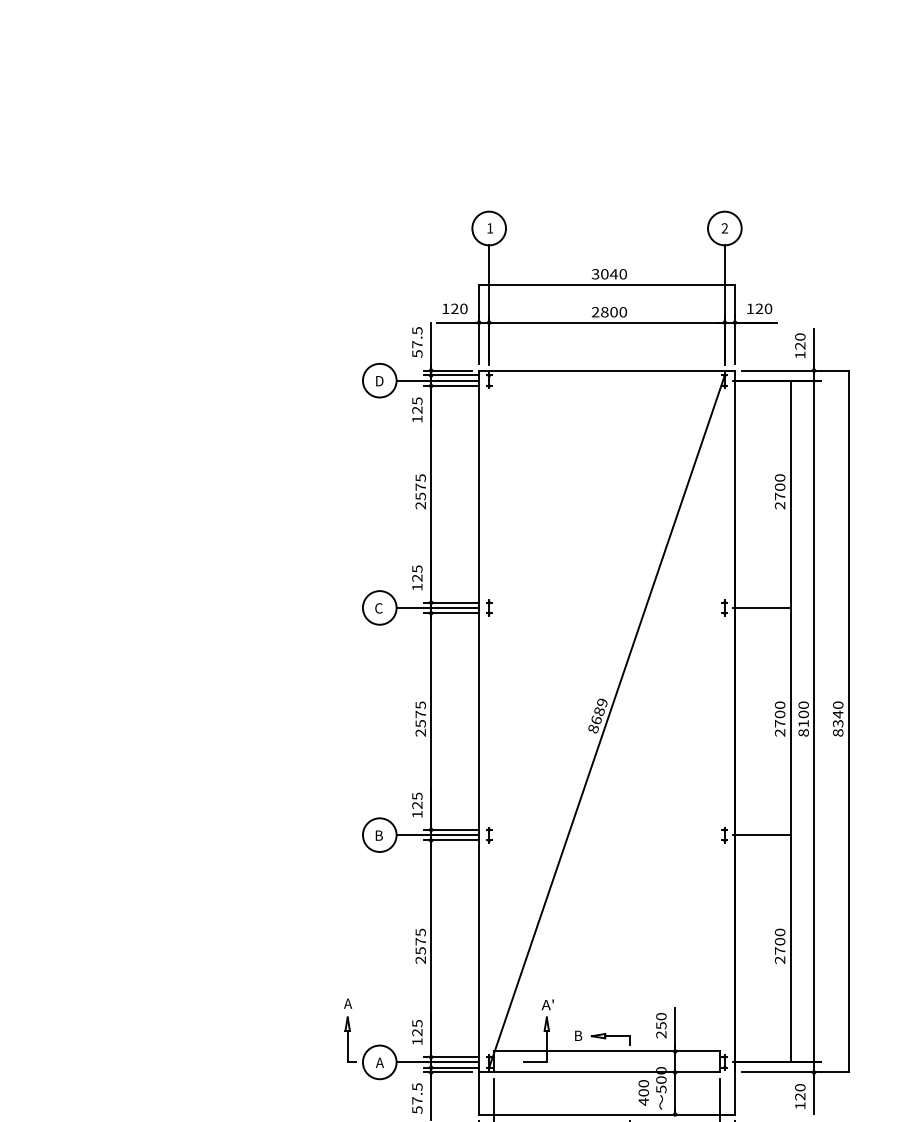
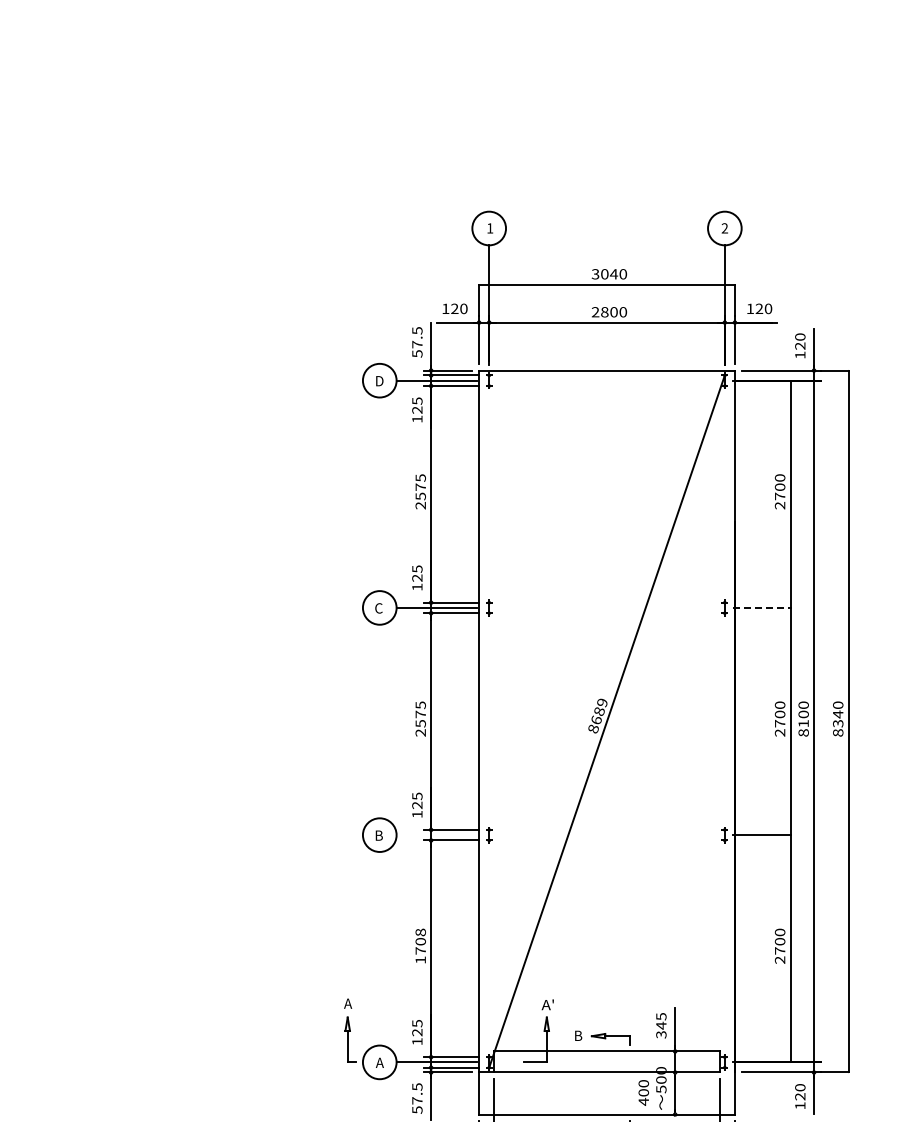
line at (761, 607): solid -> dashed
line at (436, 835): present -> none
text at (420, 945): 2575 -> 1708
text at (661, 1025): 250 -> 345
